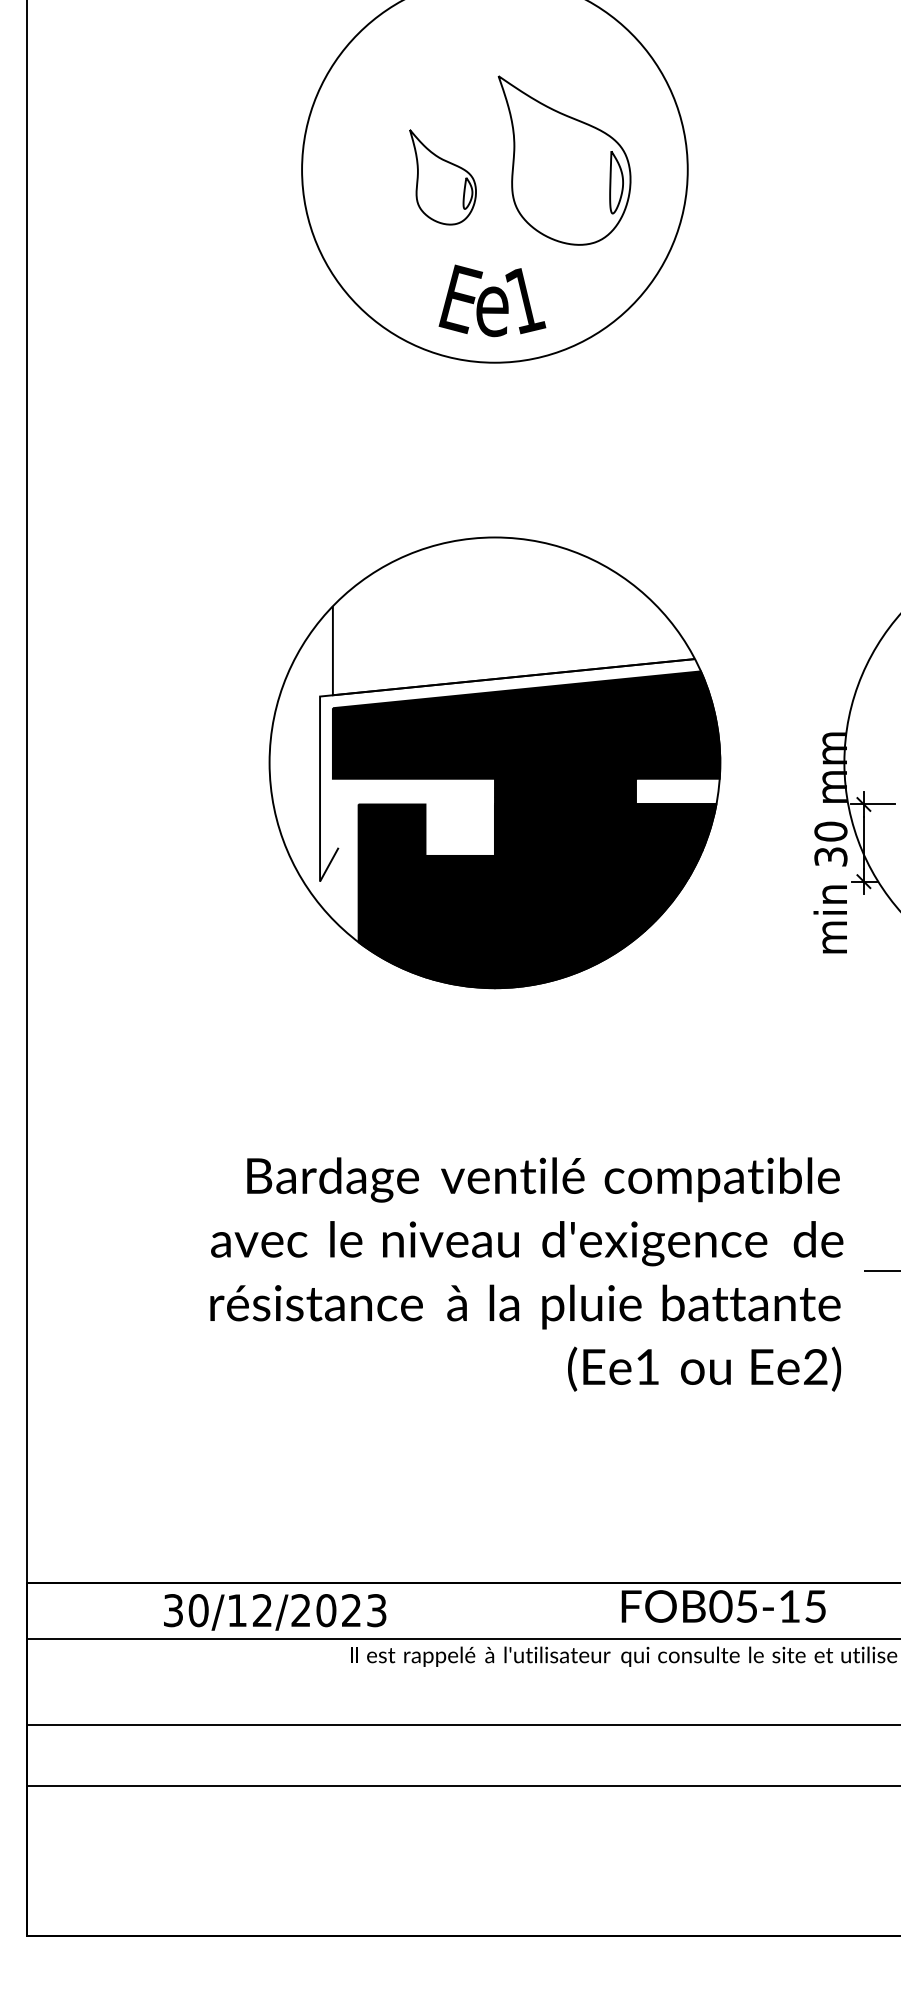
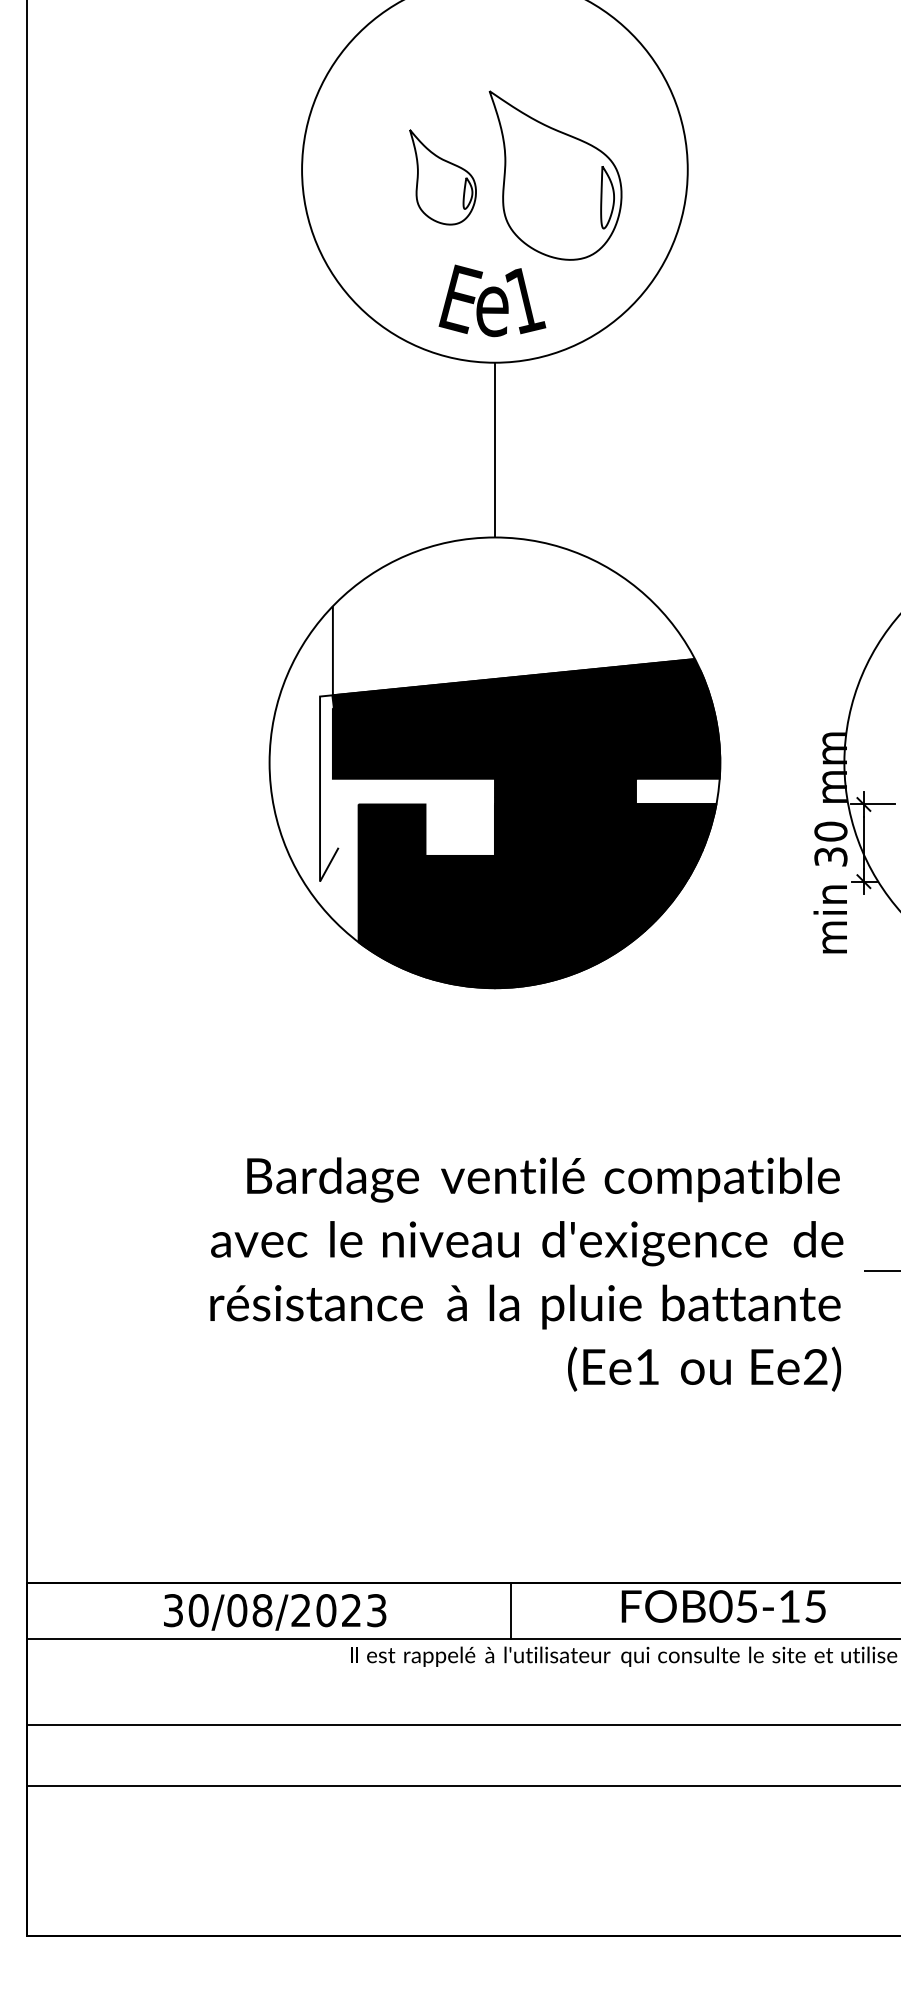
part at (564, 160) position: (564, 160) -> (555, 175)
line at (494, 449): none -> present
fill at (515, 683): none -> present
text at (249, 1610): 30/12/2023 -> 30/08/2023
line at (510, 1610): none -> present
